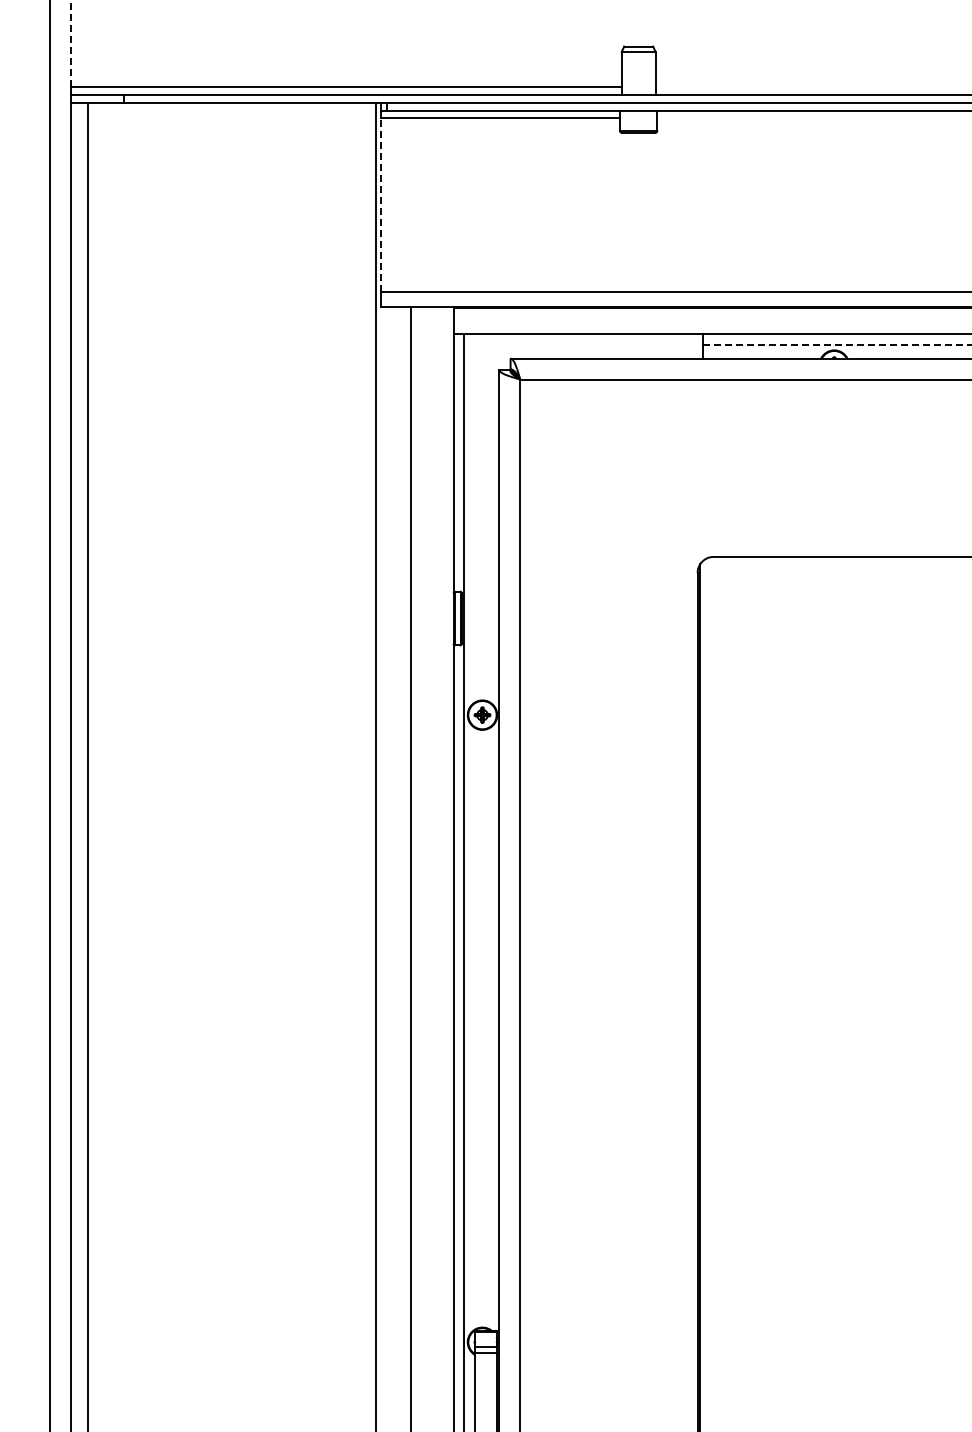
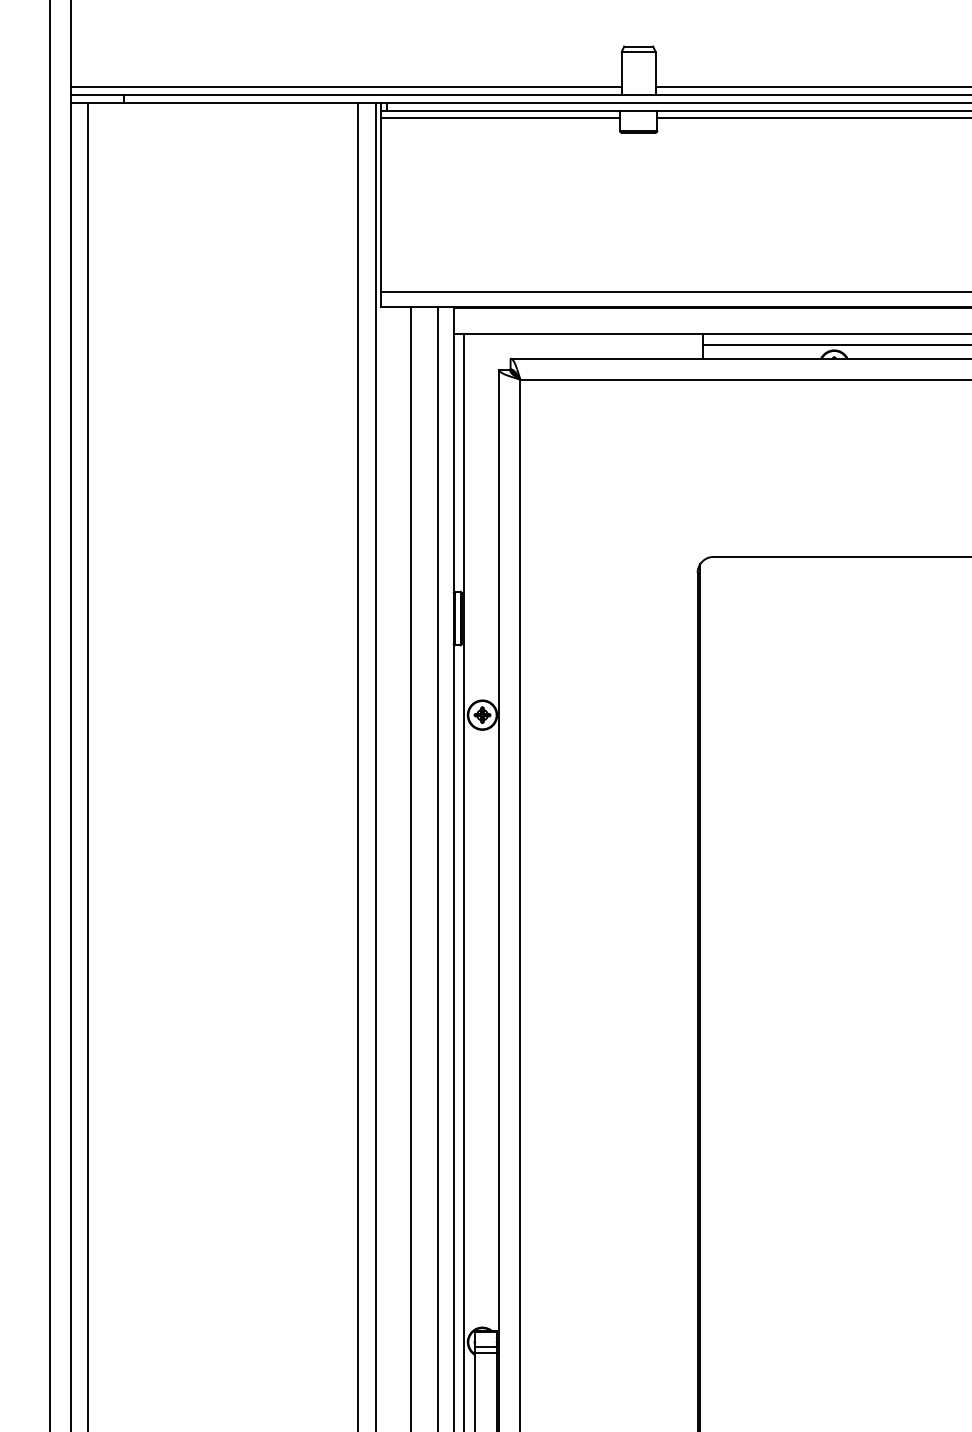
line at (70, 43): dashed -> solid
line at (811, 87): none -> present
line at (812, 118): none -> present
line at (381, 205): dashed -> solid
line at (837, 344): dashed -> solid
line at (358, 765): none -> present
line at (437, 867): none -> present
